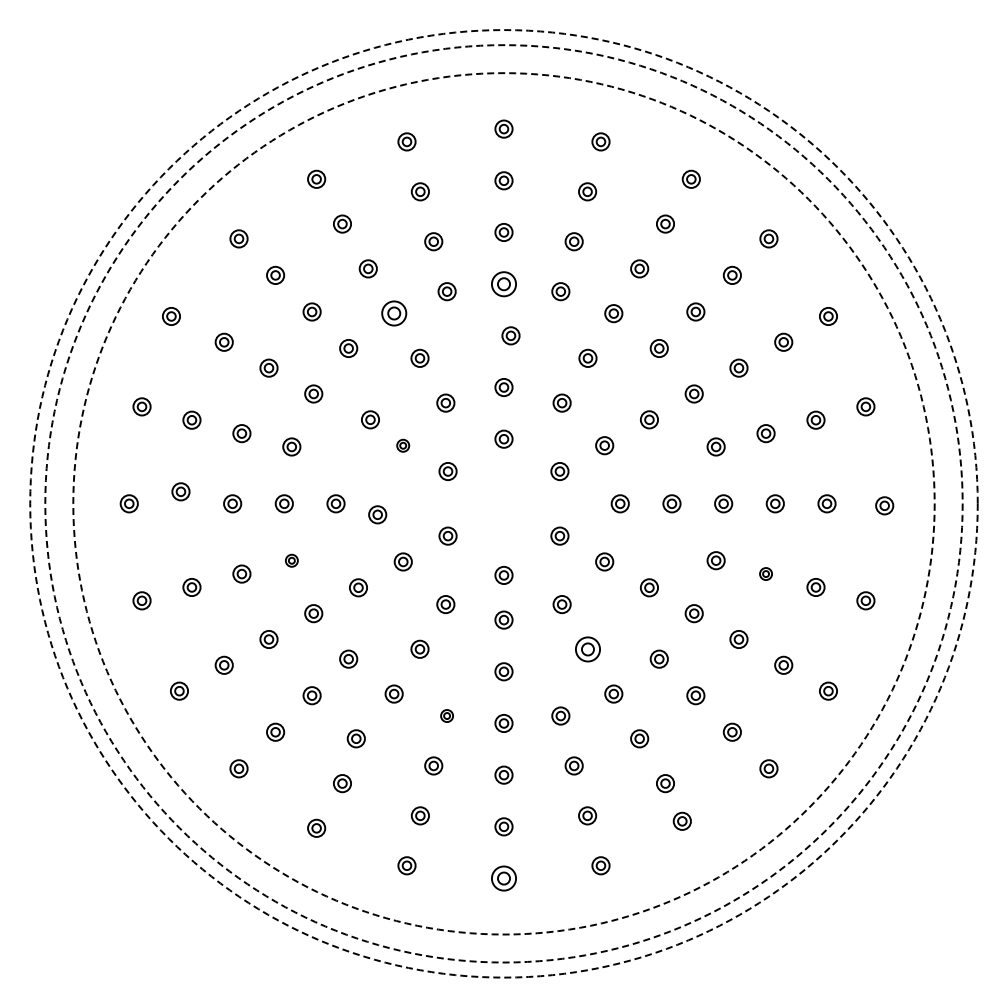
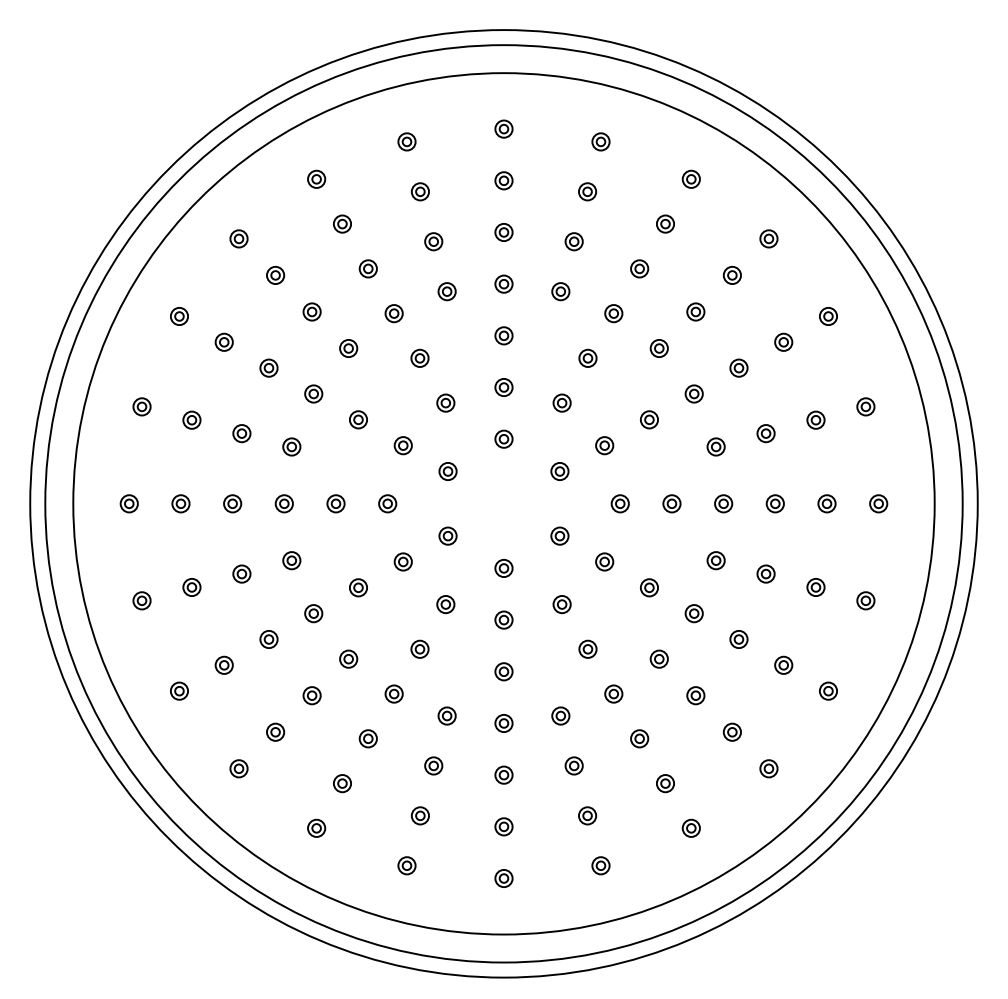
part at (503, 284) size: 26x27 px -> 20x20 px
part at (394, 313) size: 27x27 px -> 20x20 px
part at (171, 316) position: (171, 316) -> (179, 316)
part at (510, 335) position: (510, 335) -> (503, 335)
part at (370, 419) position: (370, 419) -> (358, 419)
part at (403, 445) size: 15x15 px -> 20x20 px
part at (180, 491) position: (180, 491) -> (180, 503)
circle at (503, 503): dashed -> solid
circle at (503, 503): dashed -> solid
circle at (503, 503): dashed -> solid
part at (884, 505) position: (884, 505) -> (878, 503)
part at (377, 514) position: (377, 514) -> (387, 503)
part at (291, 560) size: 14x15 px -> 20x20 px
part at (765, 573) size: 14x14 px -> 20x20 px
part at (503, 575) position: (503, 575) -> (503, 568)
part at (587, 649) size: 26x27 px -> 20x20 px
part at (446, 715) size: 14x14 px -> 20x20 px
part at (355, 738) position: (355, 738) -> (367, 738)
part at (681, 820) position: (681, 820) -> (690, 827)
part at (503, 878) size: 26x27 px -> 20x19 px
